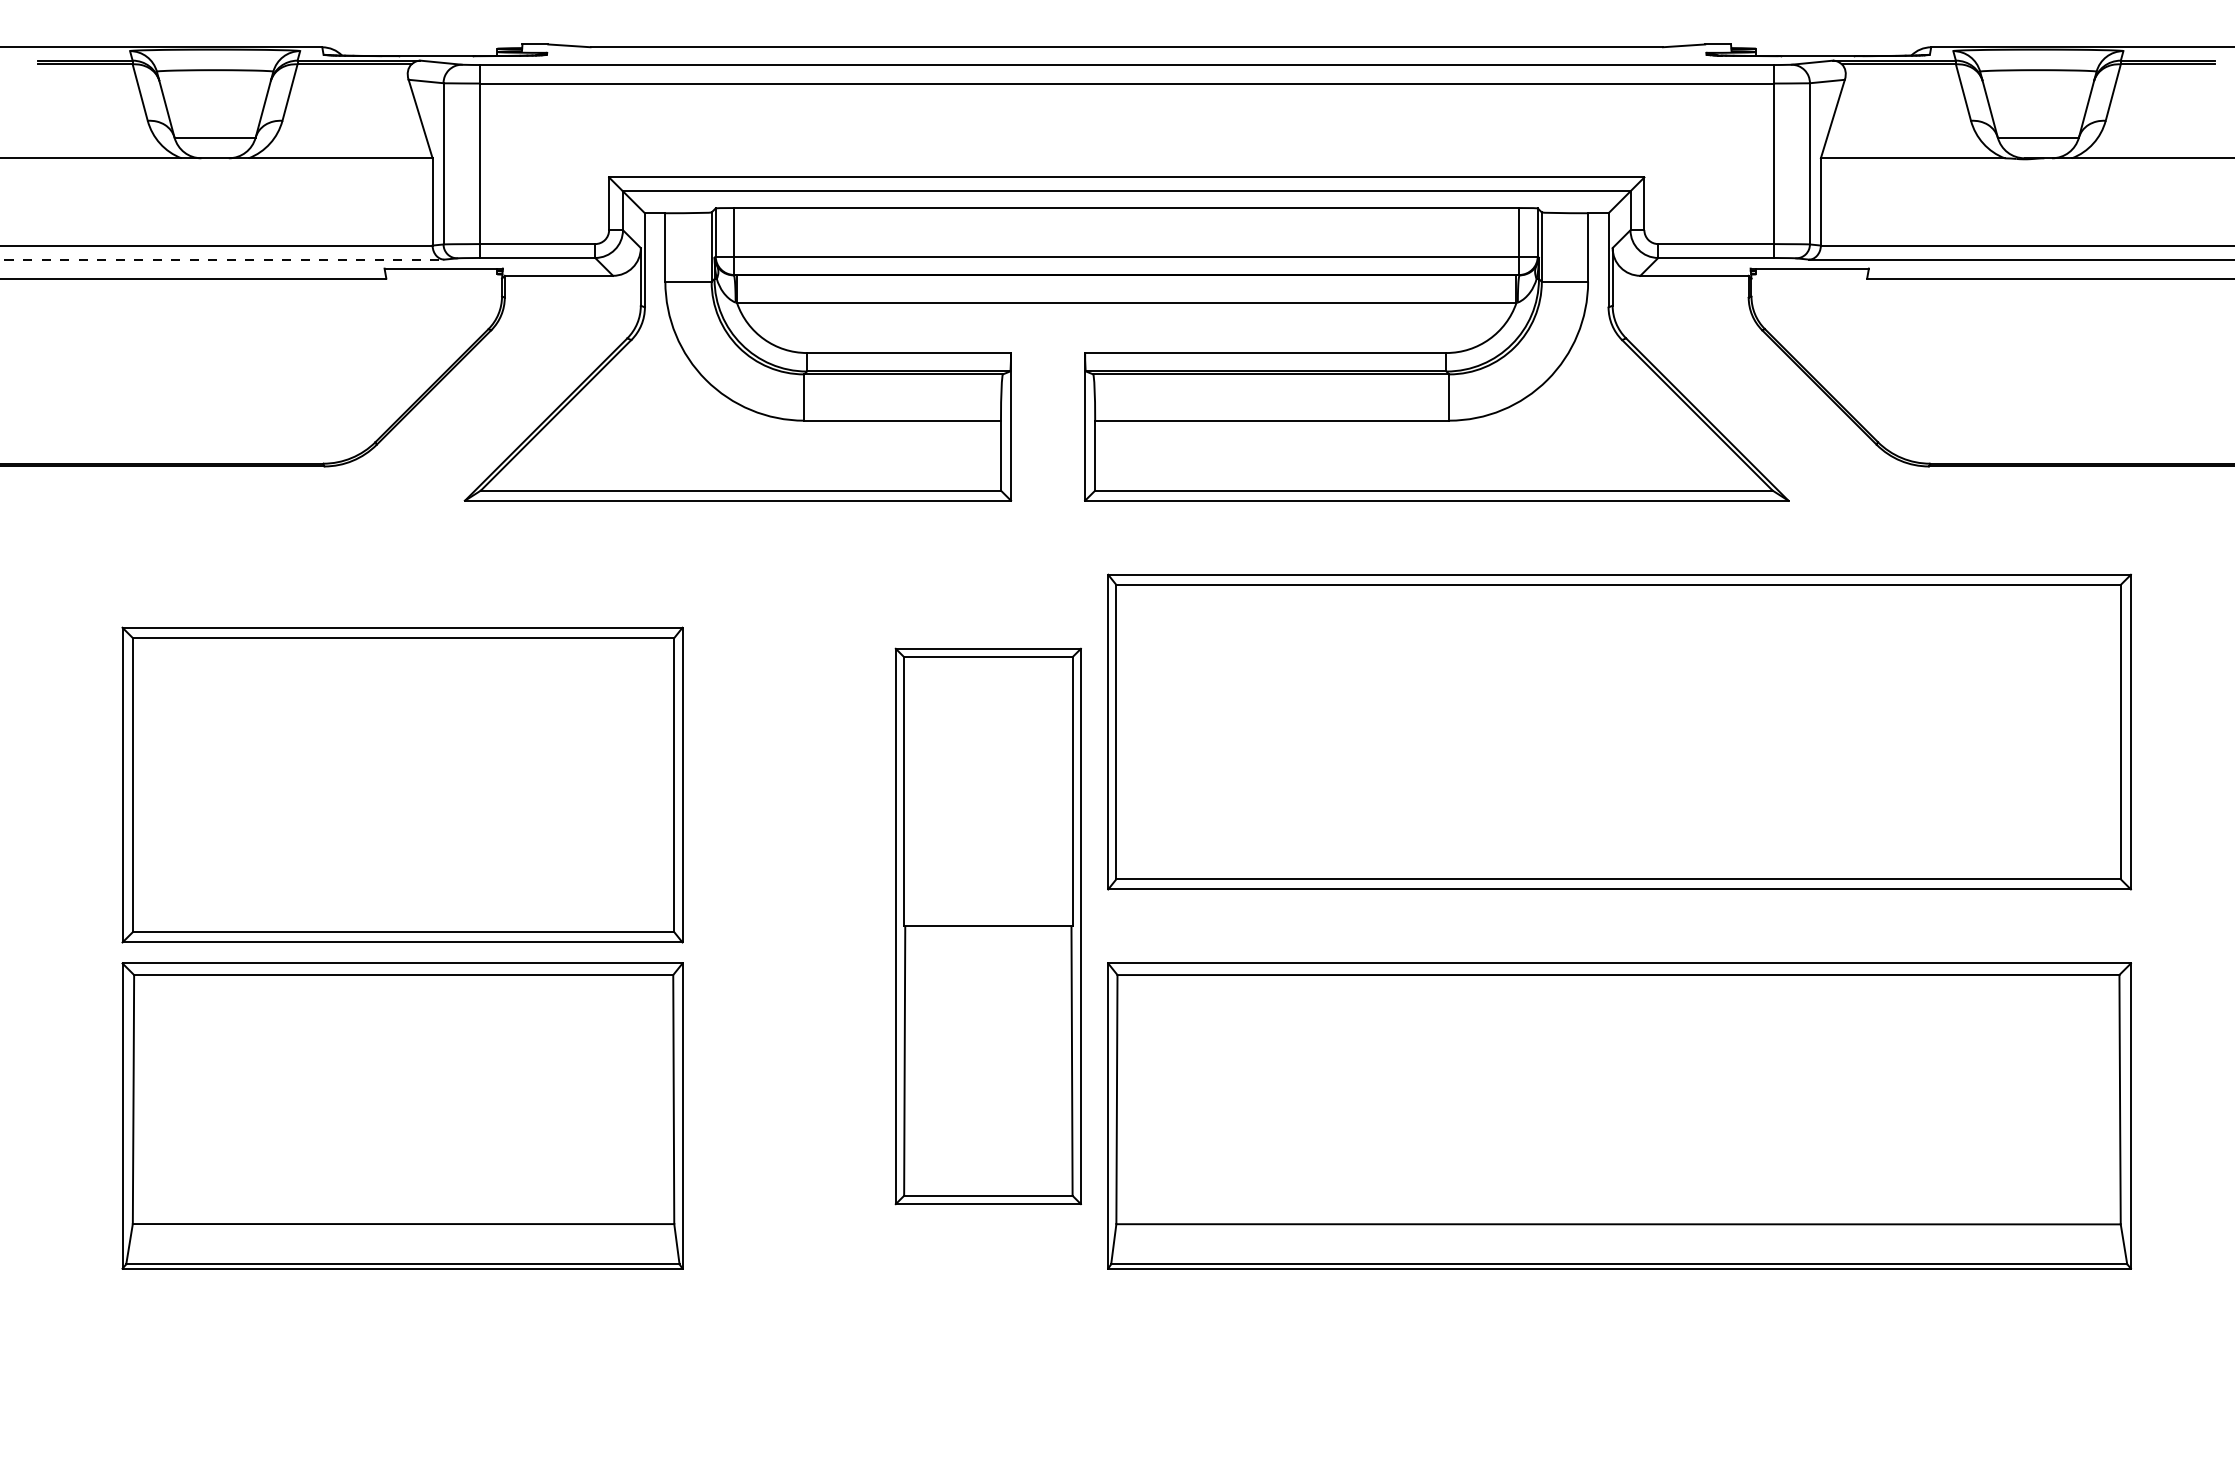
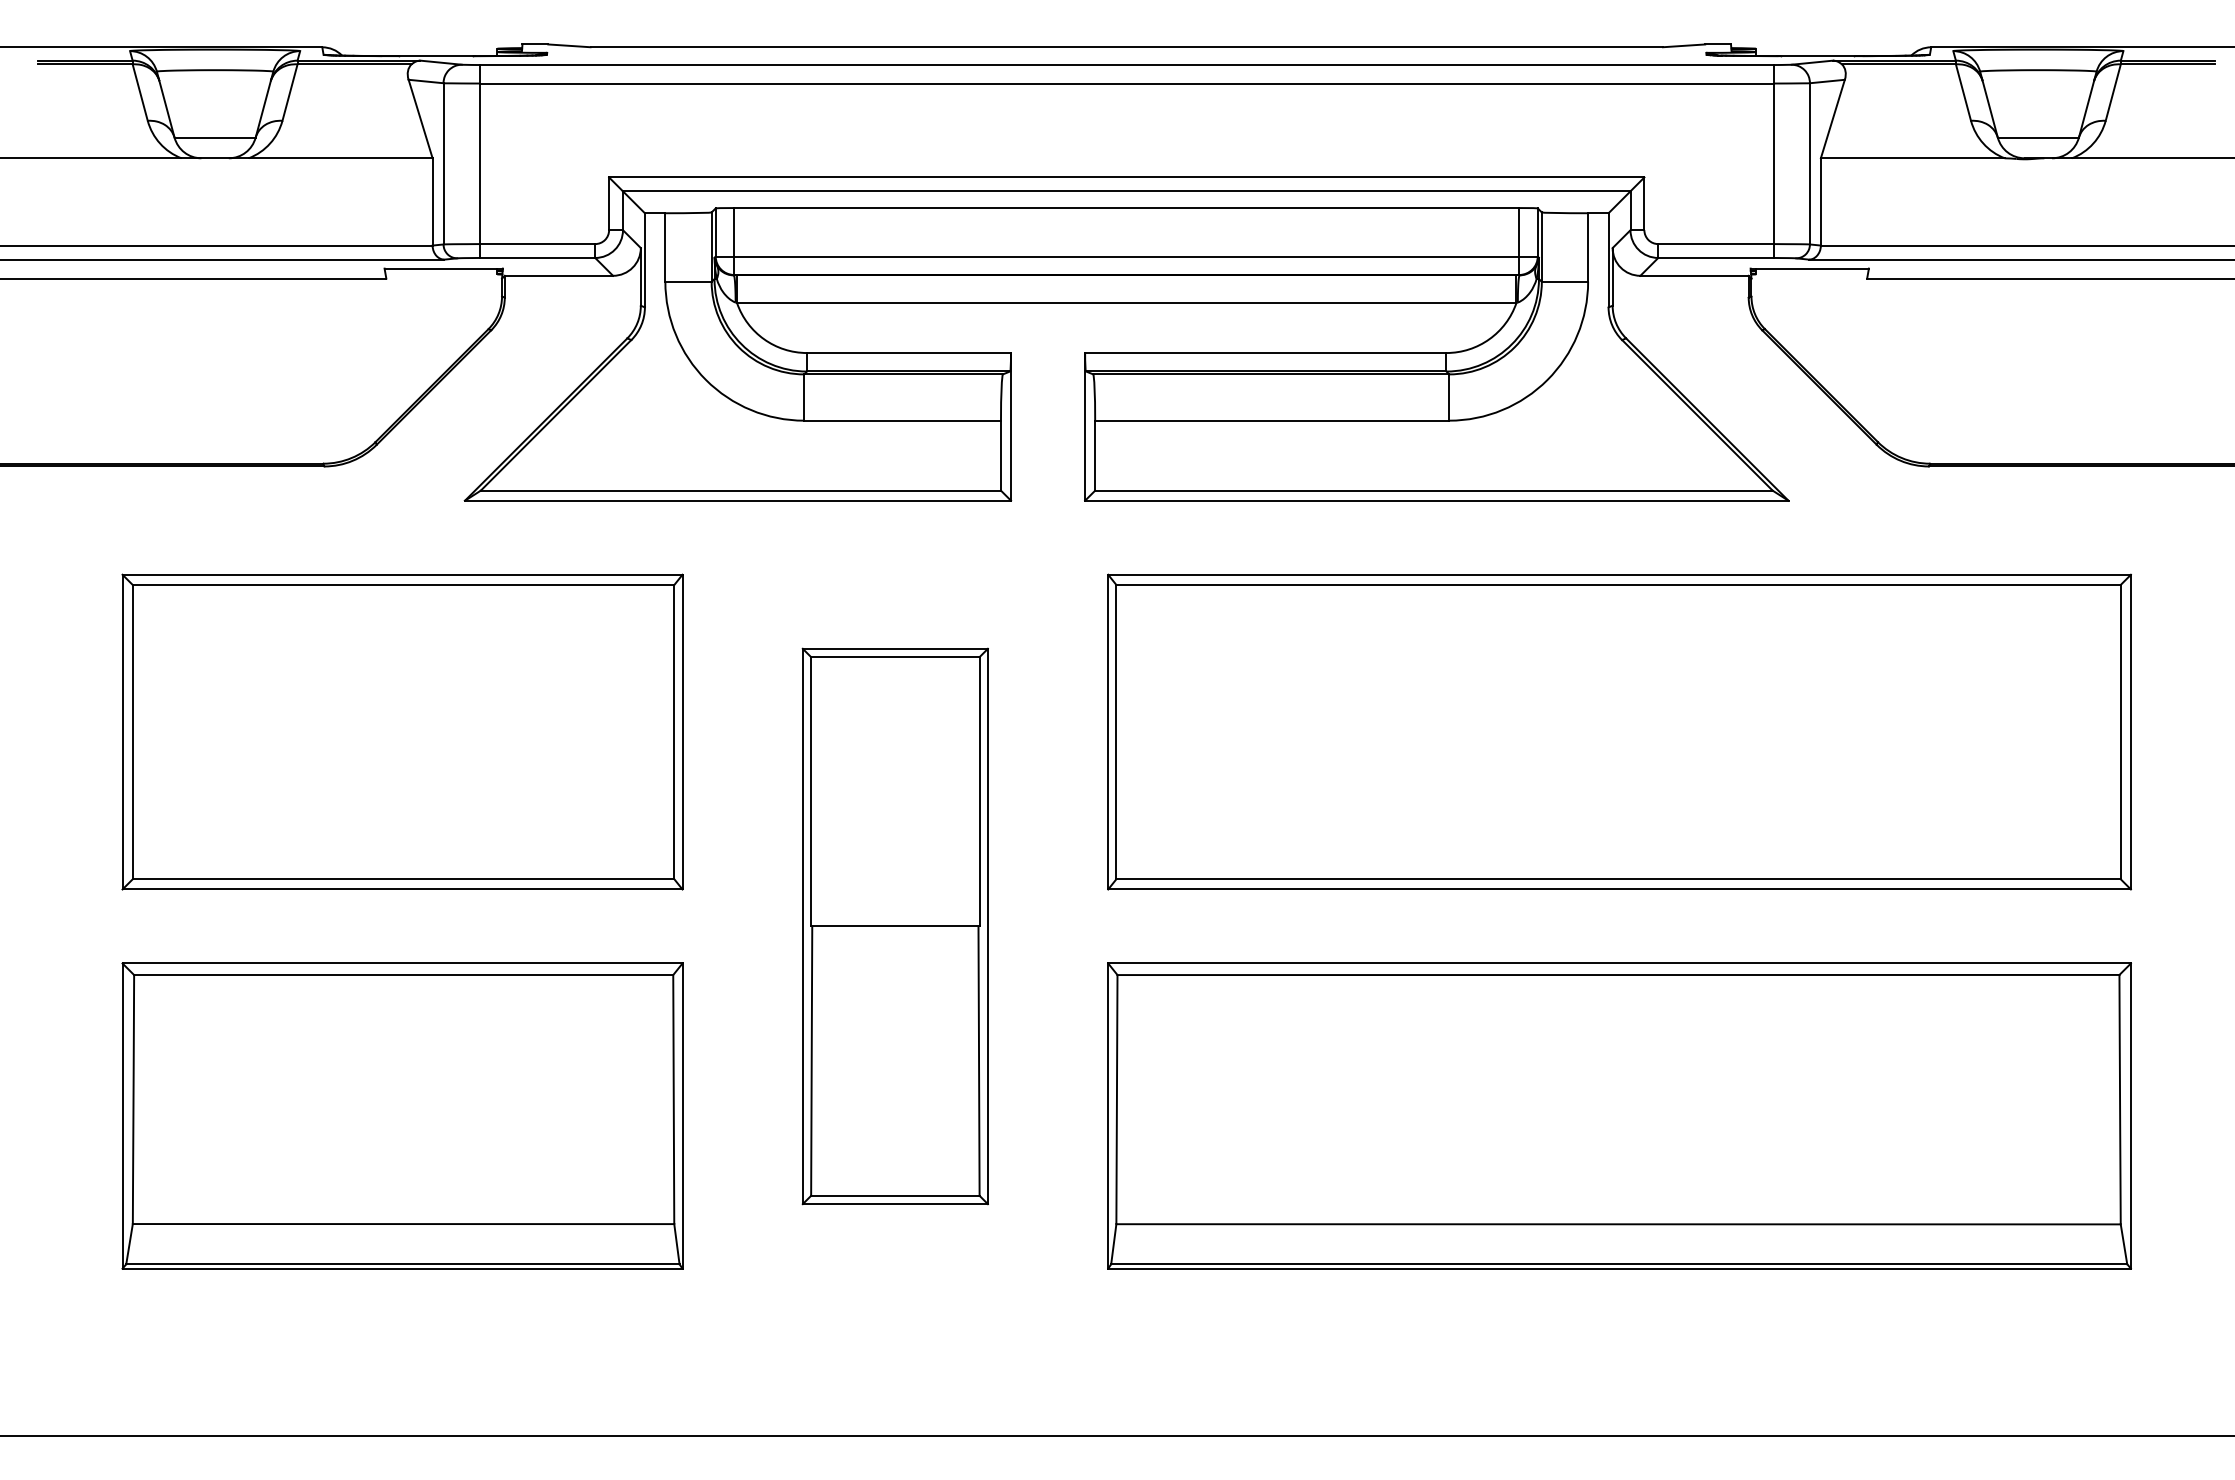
line at (222, 259): dashed -> solid
part at (402, 784) position: (402, 784) -> (402, 731)
part at (987, 926) position: (987, 926) -> (894, 926)
line at (1116, 1435): none -> present
